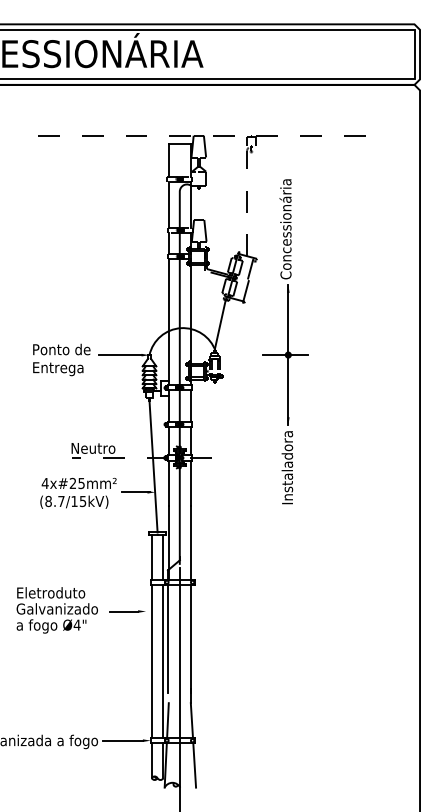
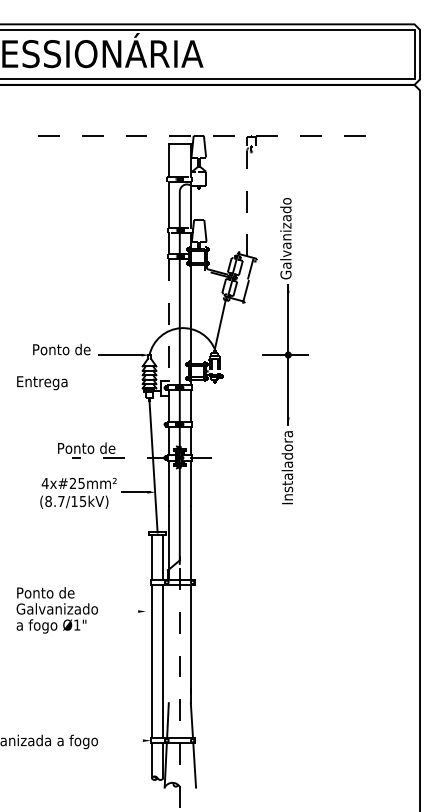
text at (285, 226): Concessionária -> Galvanizado
line at (168, 322): solid -> dashed
text at (58, 369) position: (58, 369) -> (42, 383)
text at (86, 447): Neutro -> Ponto de
text at (51, 592): Eletroduto -> Ponto de
line at (124, 611): present -> none
text at (76, 624): Ø4" -> Ø1"
line at (168, 638): present -> none
line at (179, 690): solid -> dashed
line at (122, 740): present -> none
